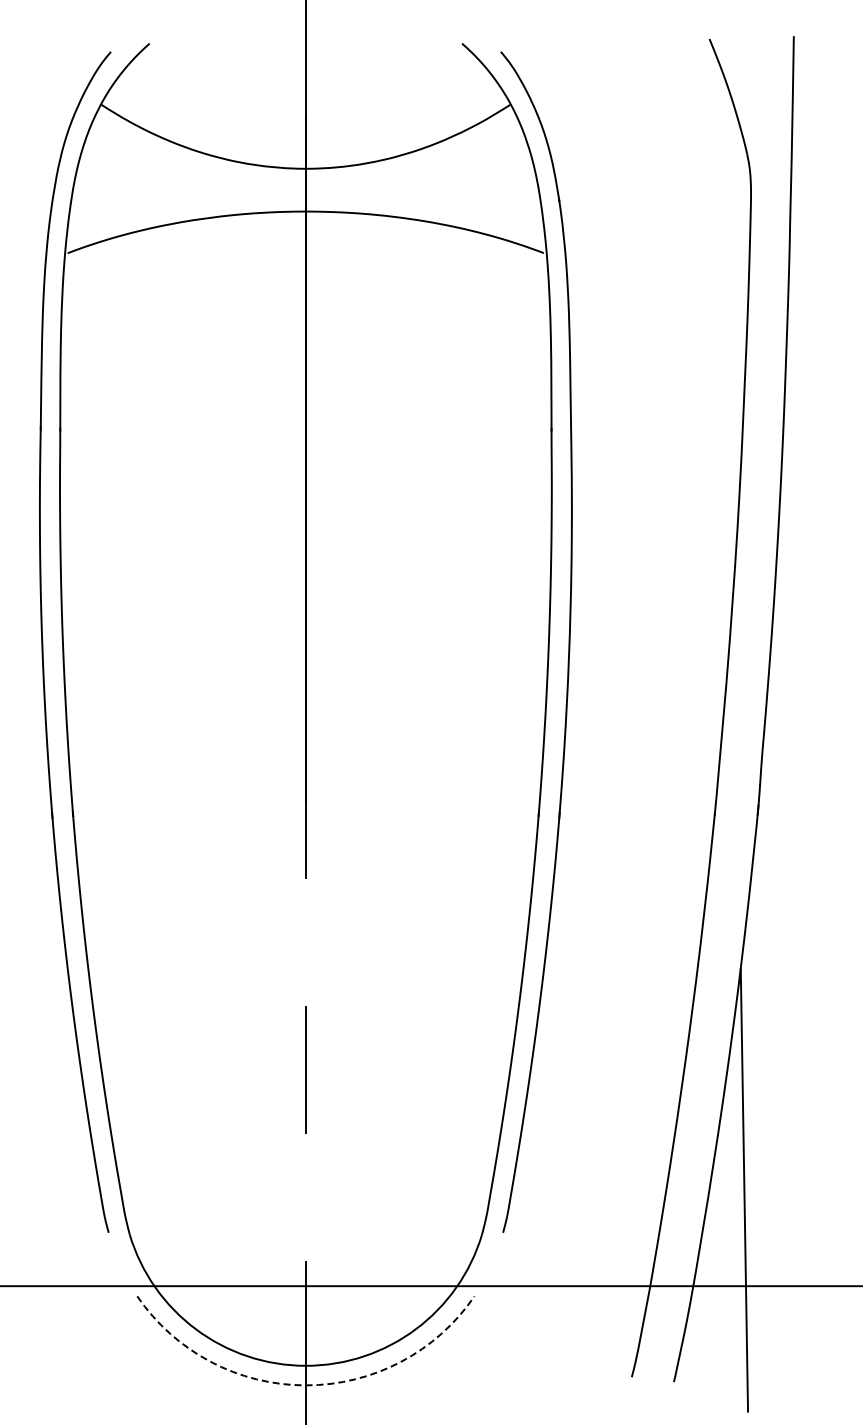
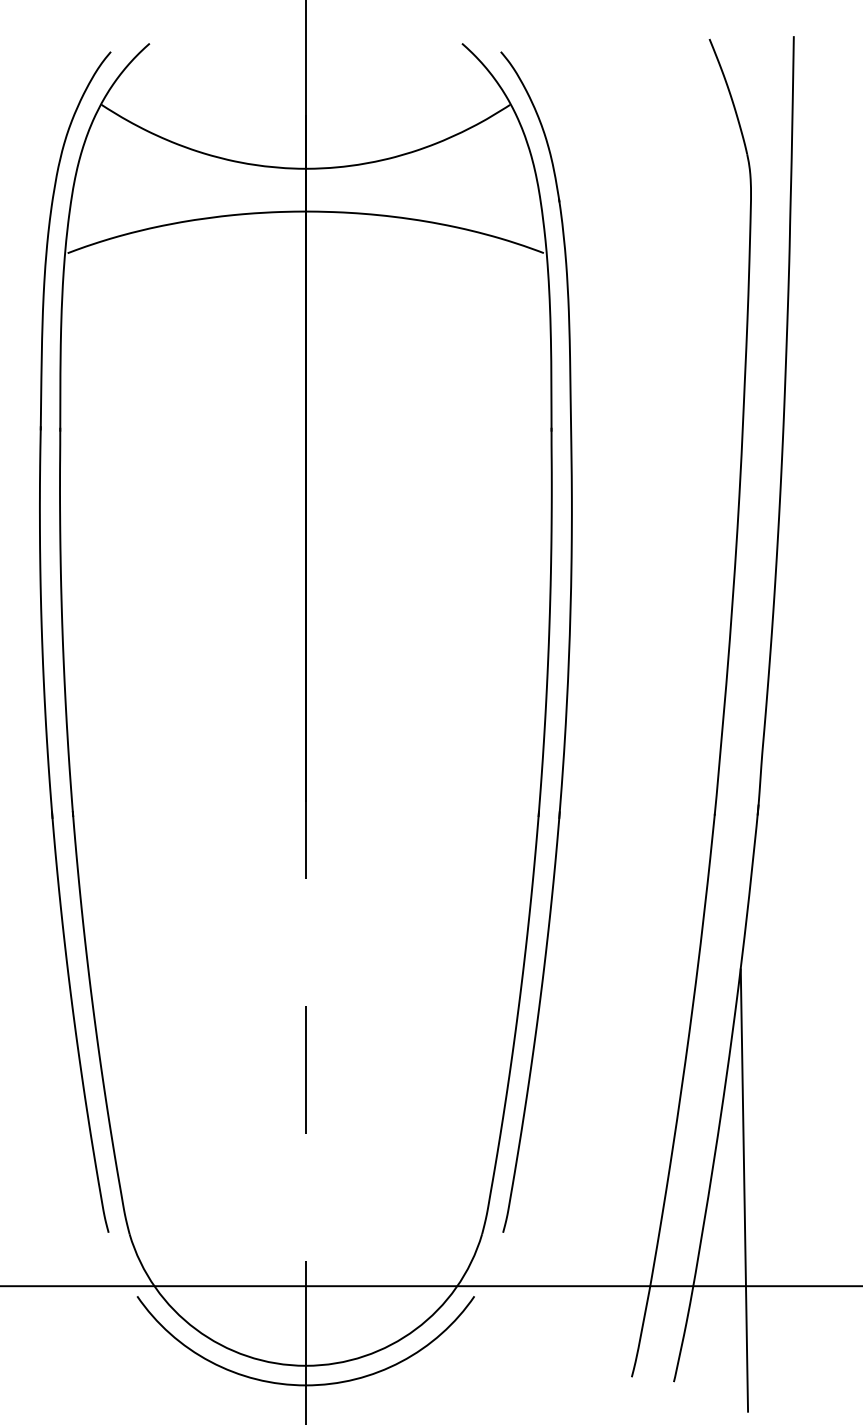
arc at (305, 1385): dashed -> solid
